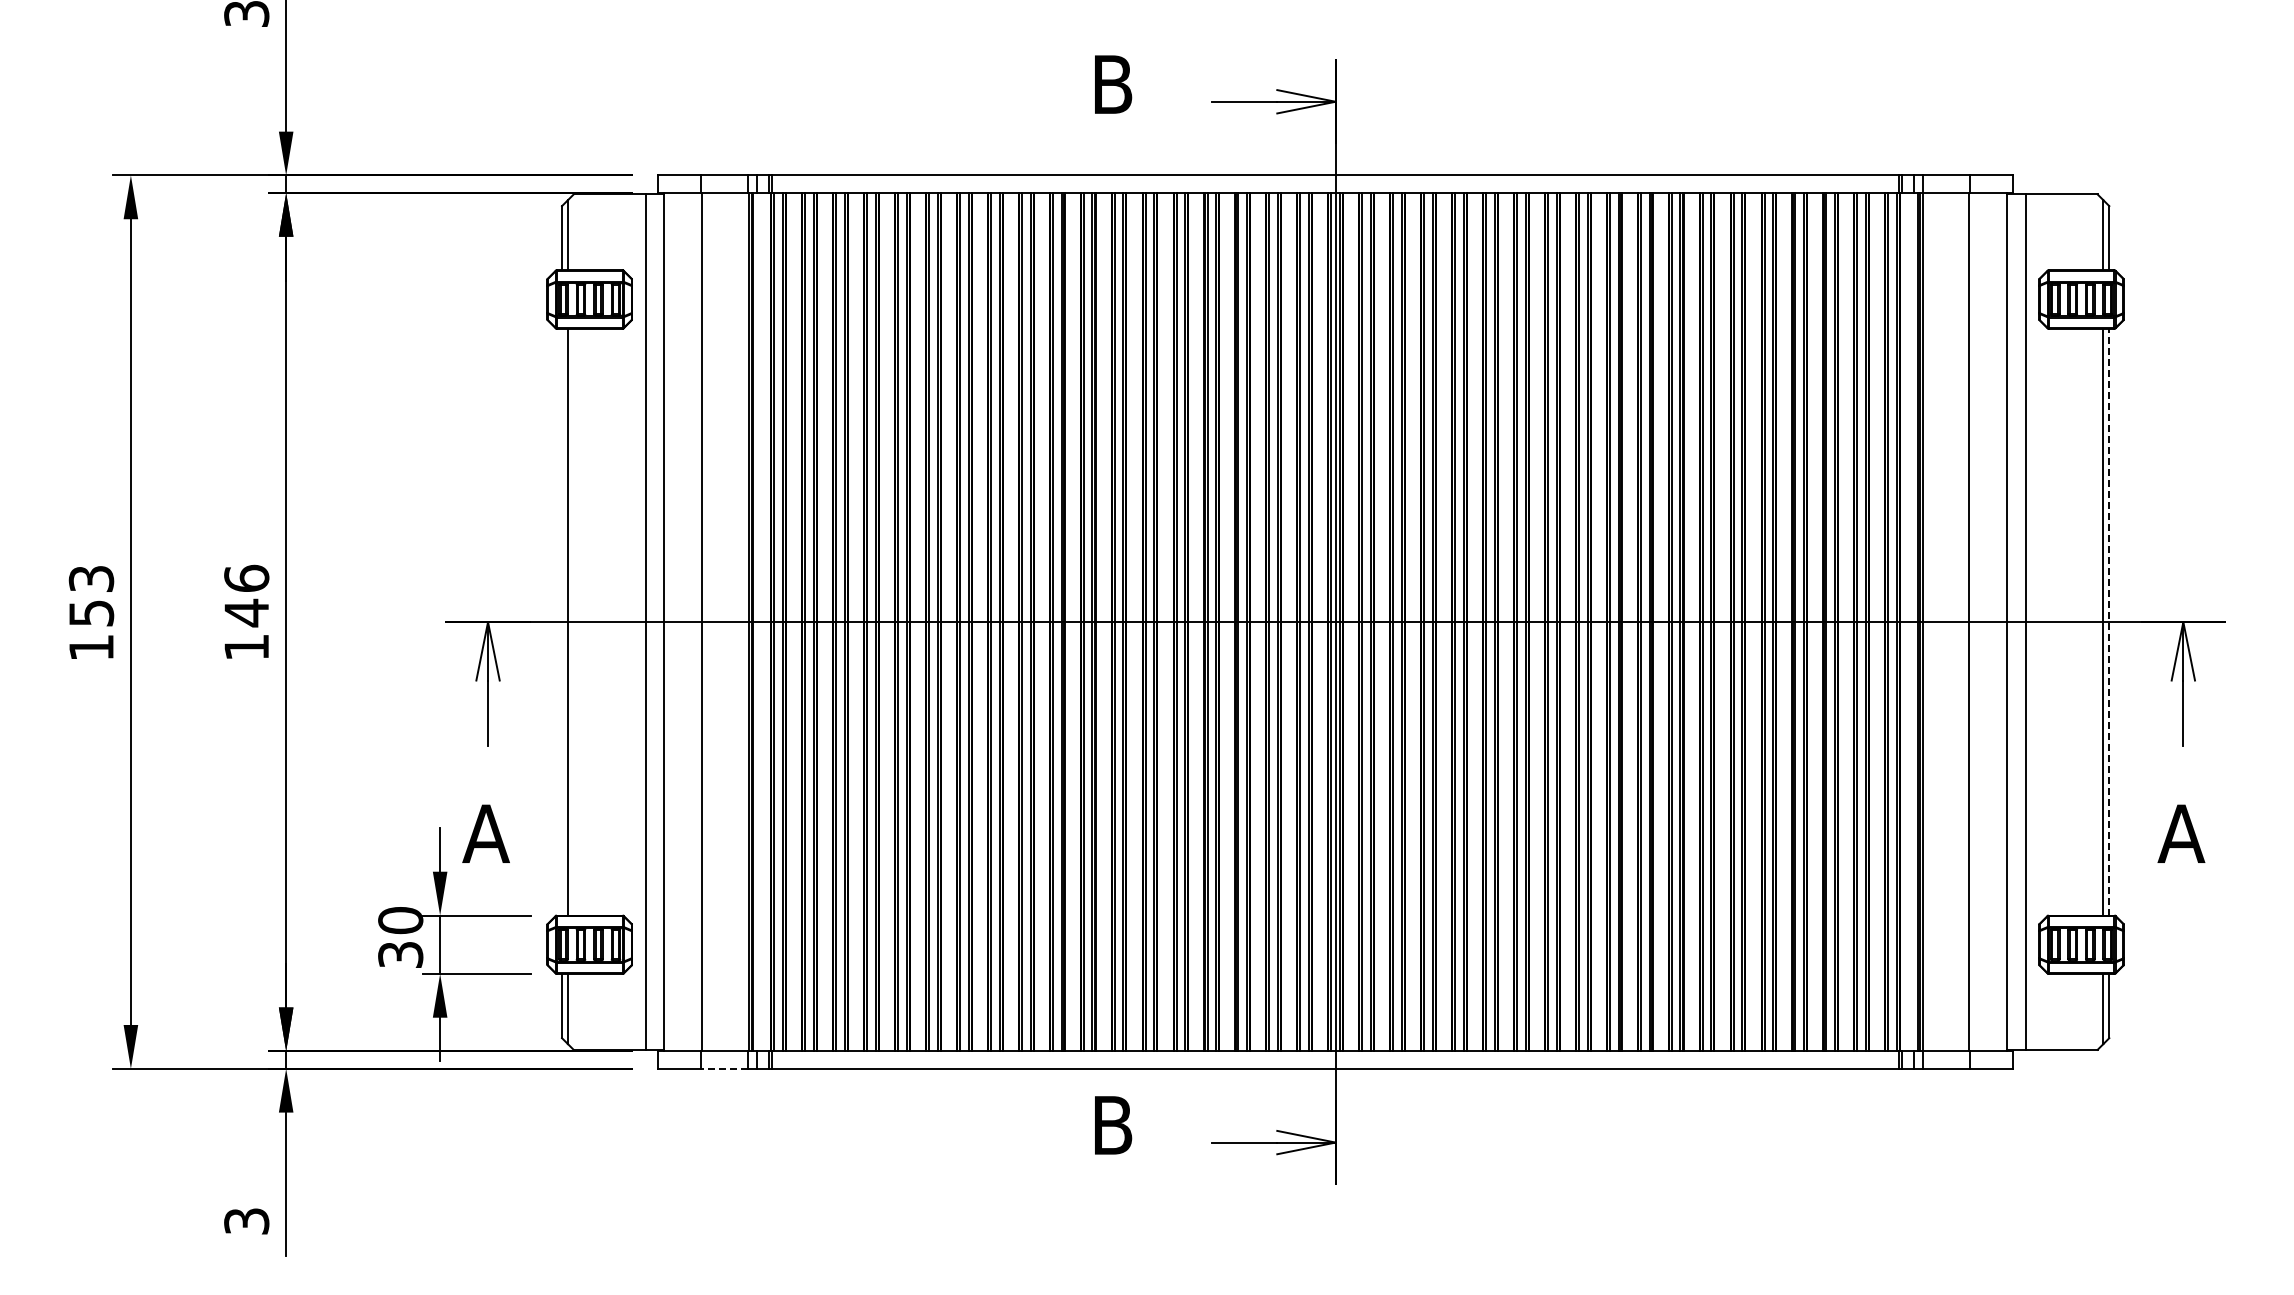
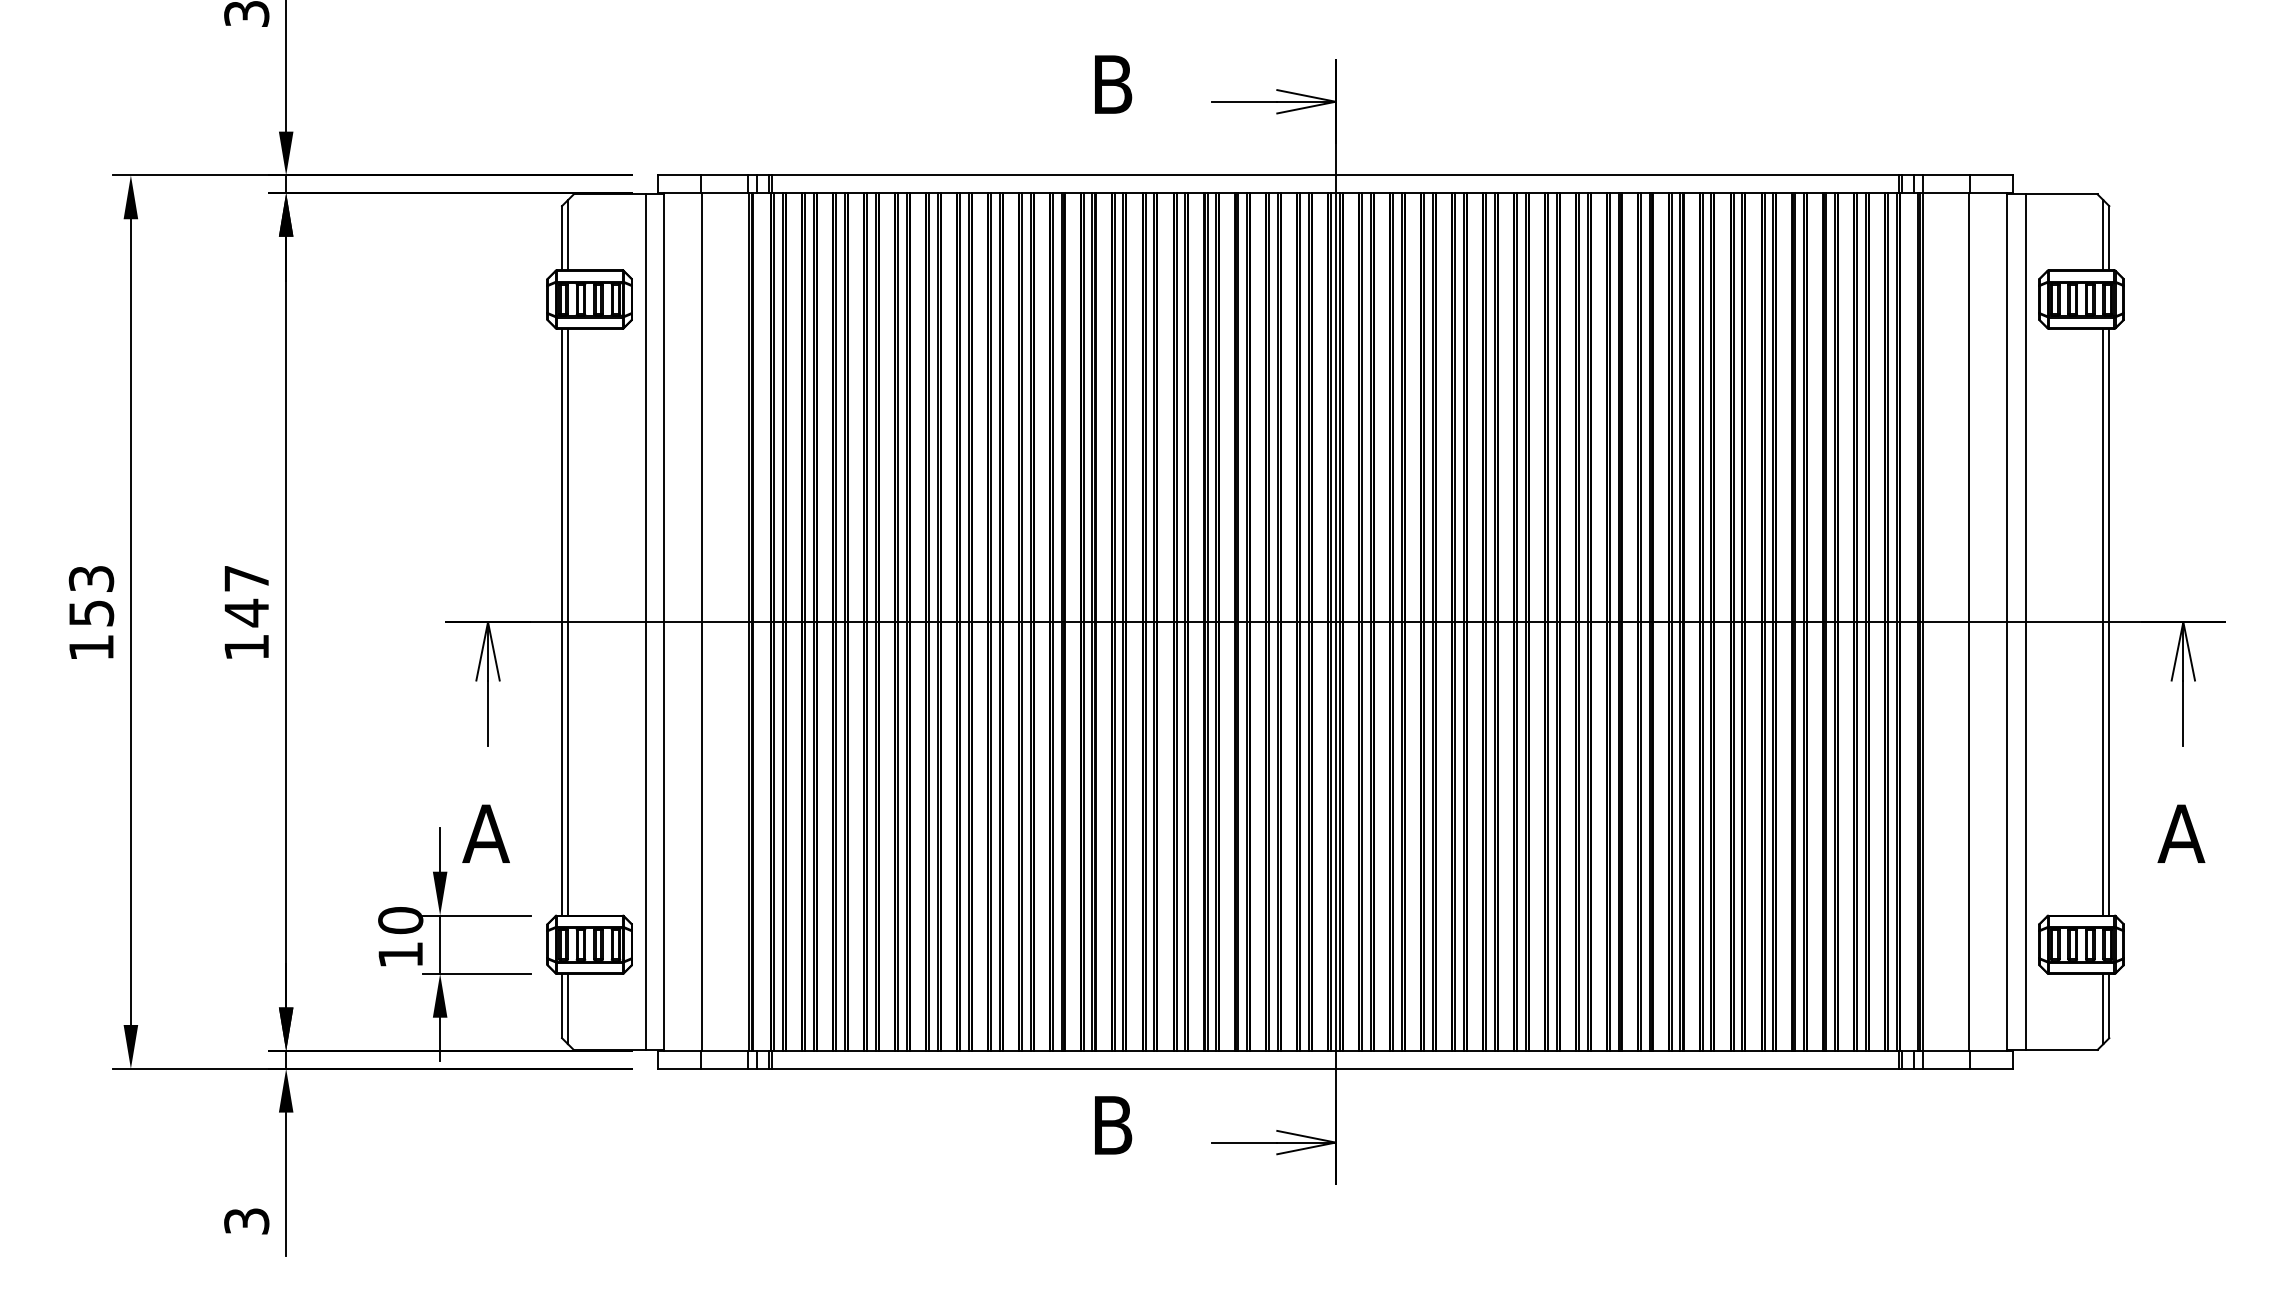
text at (246, 577): 146 -> 147
line at (562, 621): none -> present
line at (2109, 621): dashed -> solid
text at (400, 954): 30 -> 10
line at (724, 1068): dashed -> solid
